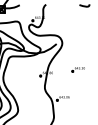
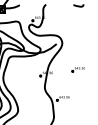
curve at (84, 5) position: (84, 5) -> (78, 5)
